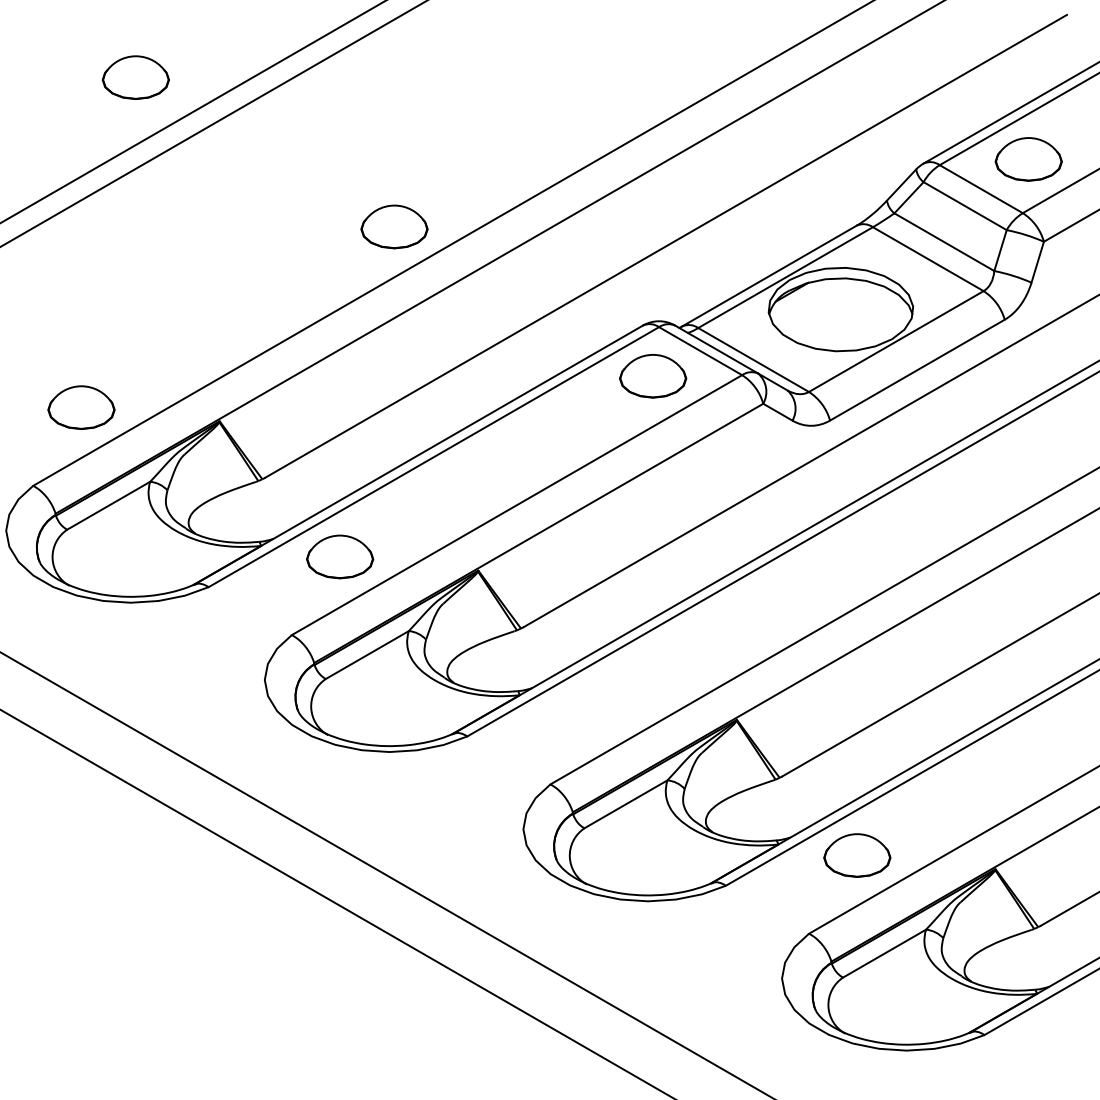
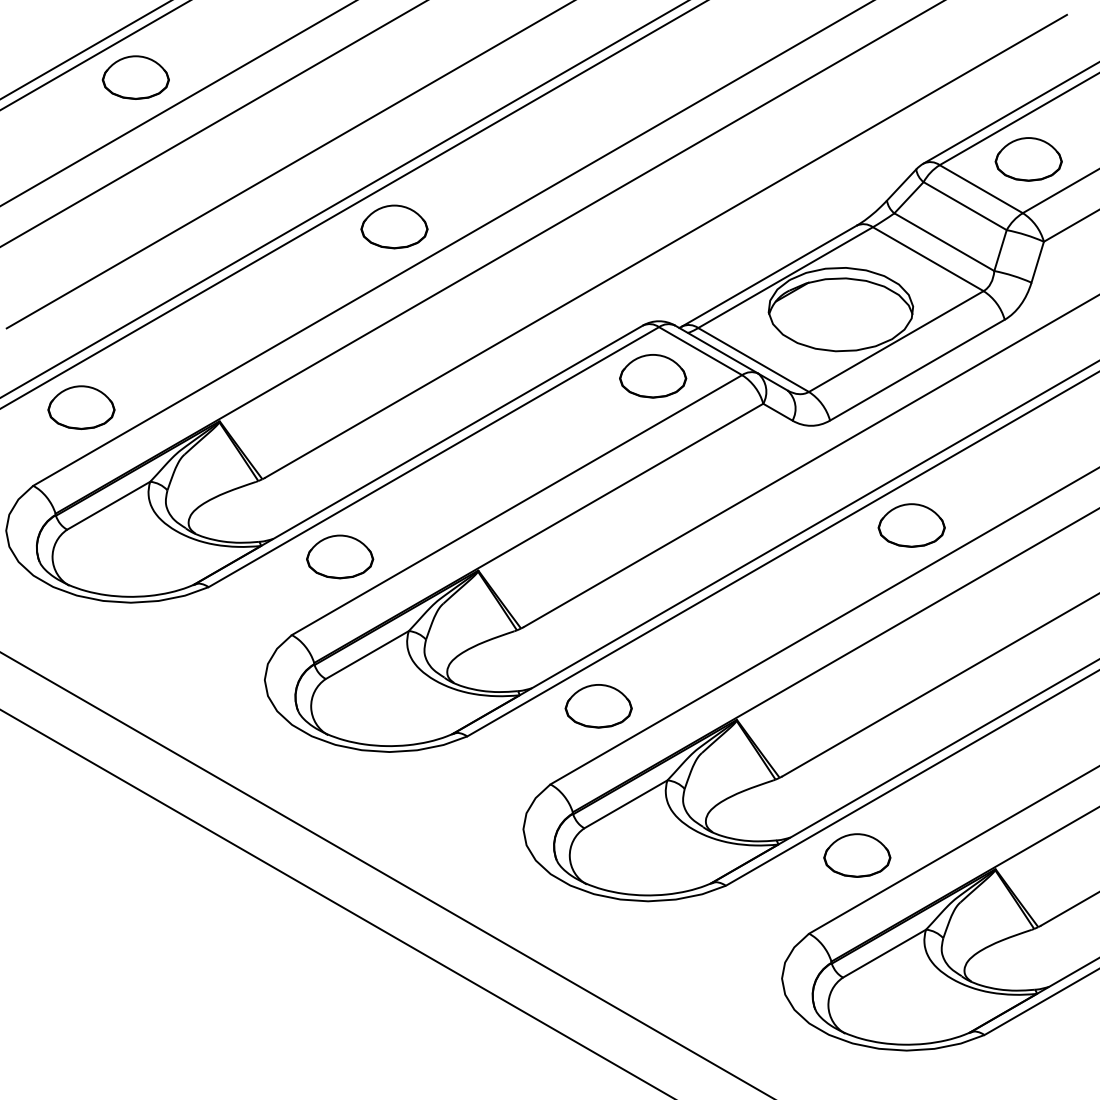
line at (85, 50): none -> present
line at (94, 55): none -> present
line at (192, 112) position: (192, 112) -> (178, 103)
line at (288, 165): none -> present
line at (343, 199): none -> present
line at (353, 204): none -> present
part at (911, 525): none -> present
part at (598, 706): none -> present
